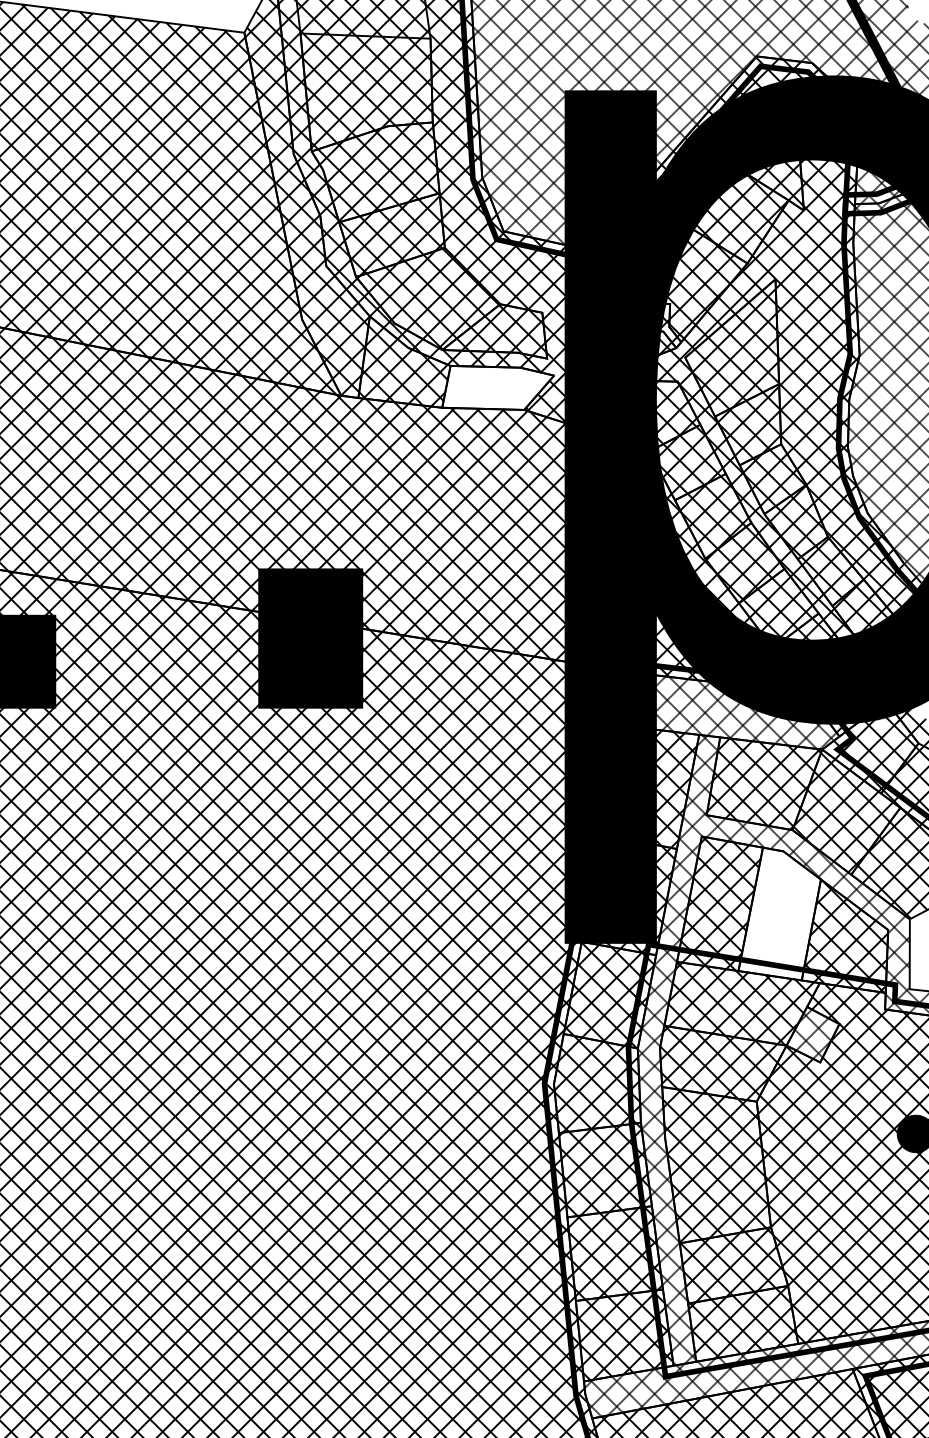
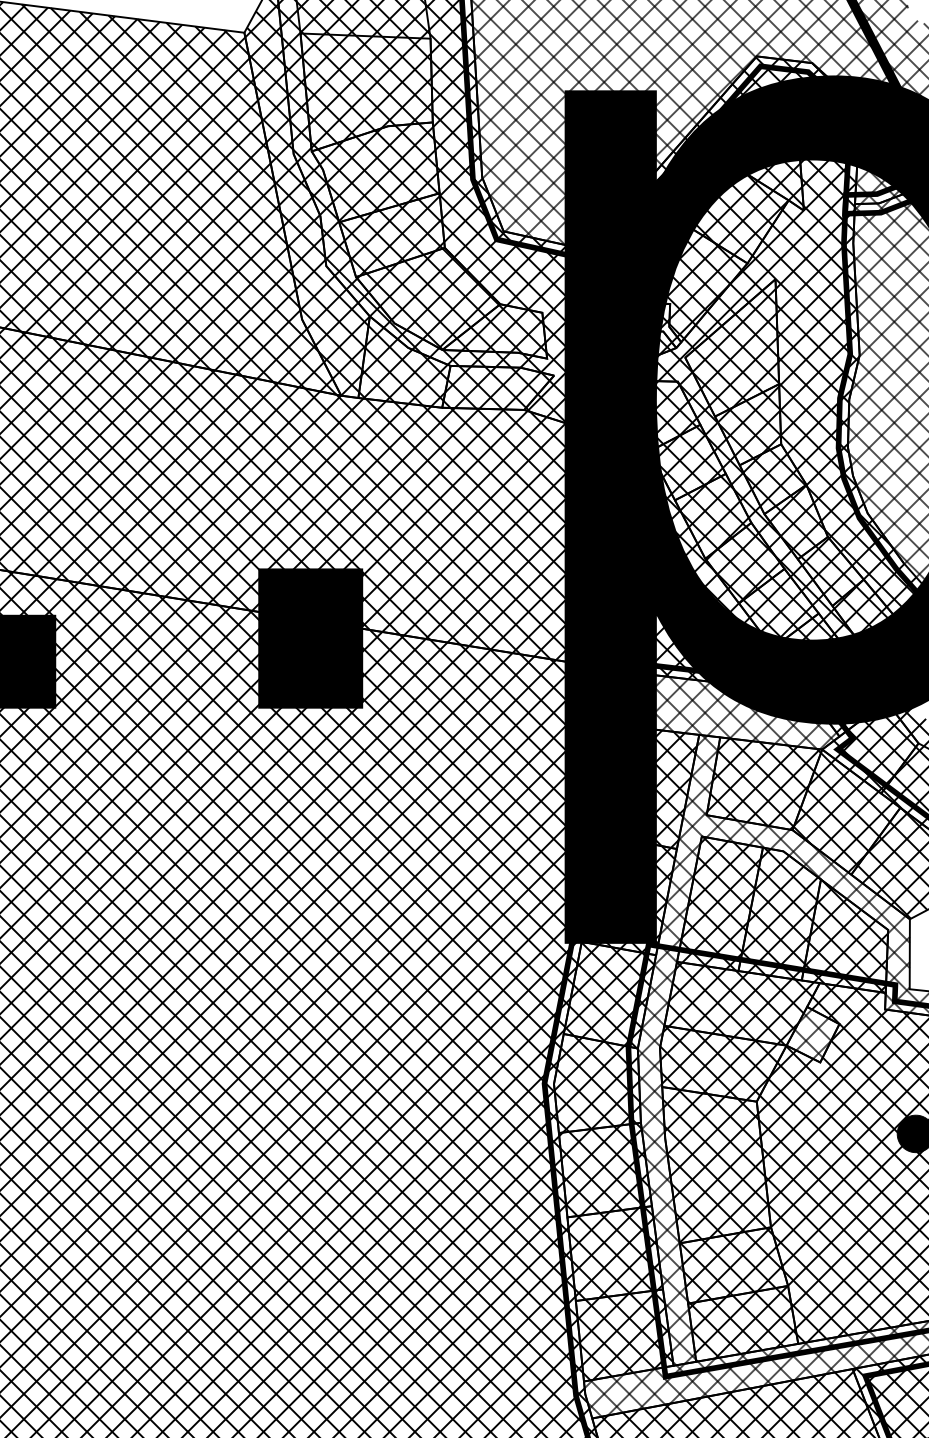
hatch at (496, 387): none -> present
hatch at (779, 913): none -> present
